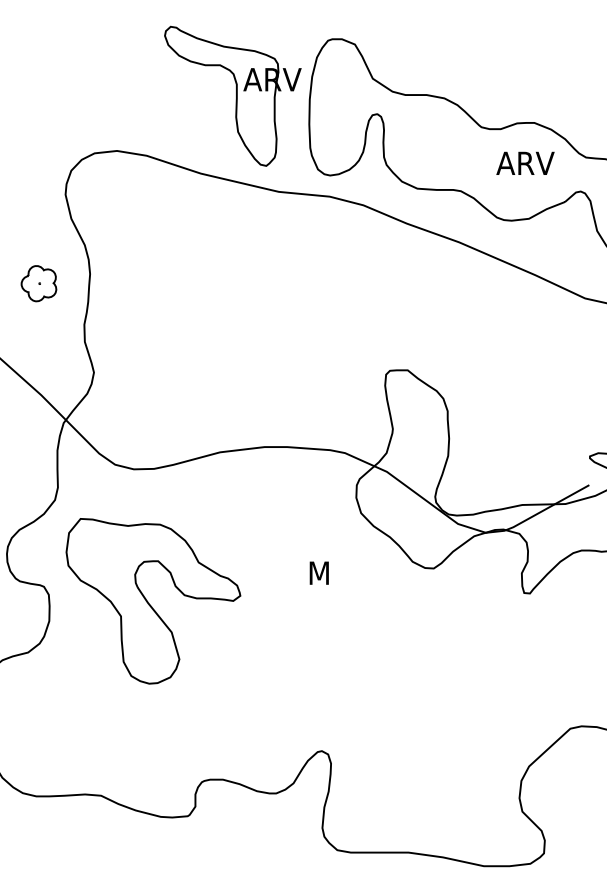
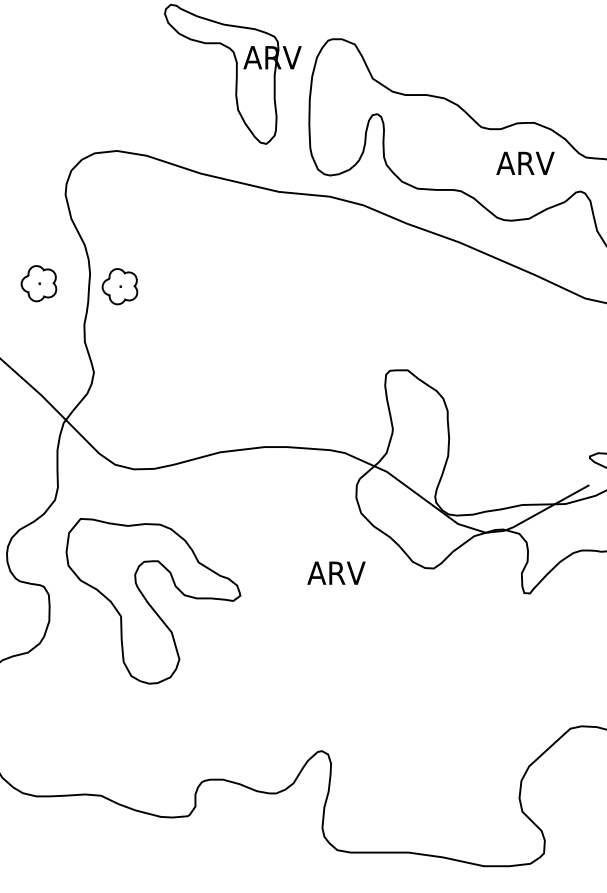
part at (232, 95) position: (232, 95) -> (232, 73)
part at (119, 286): none -> present
text at (336, 572): M -> ARV
